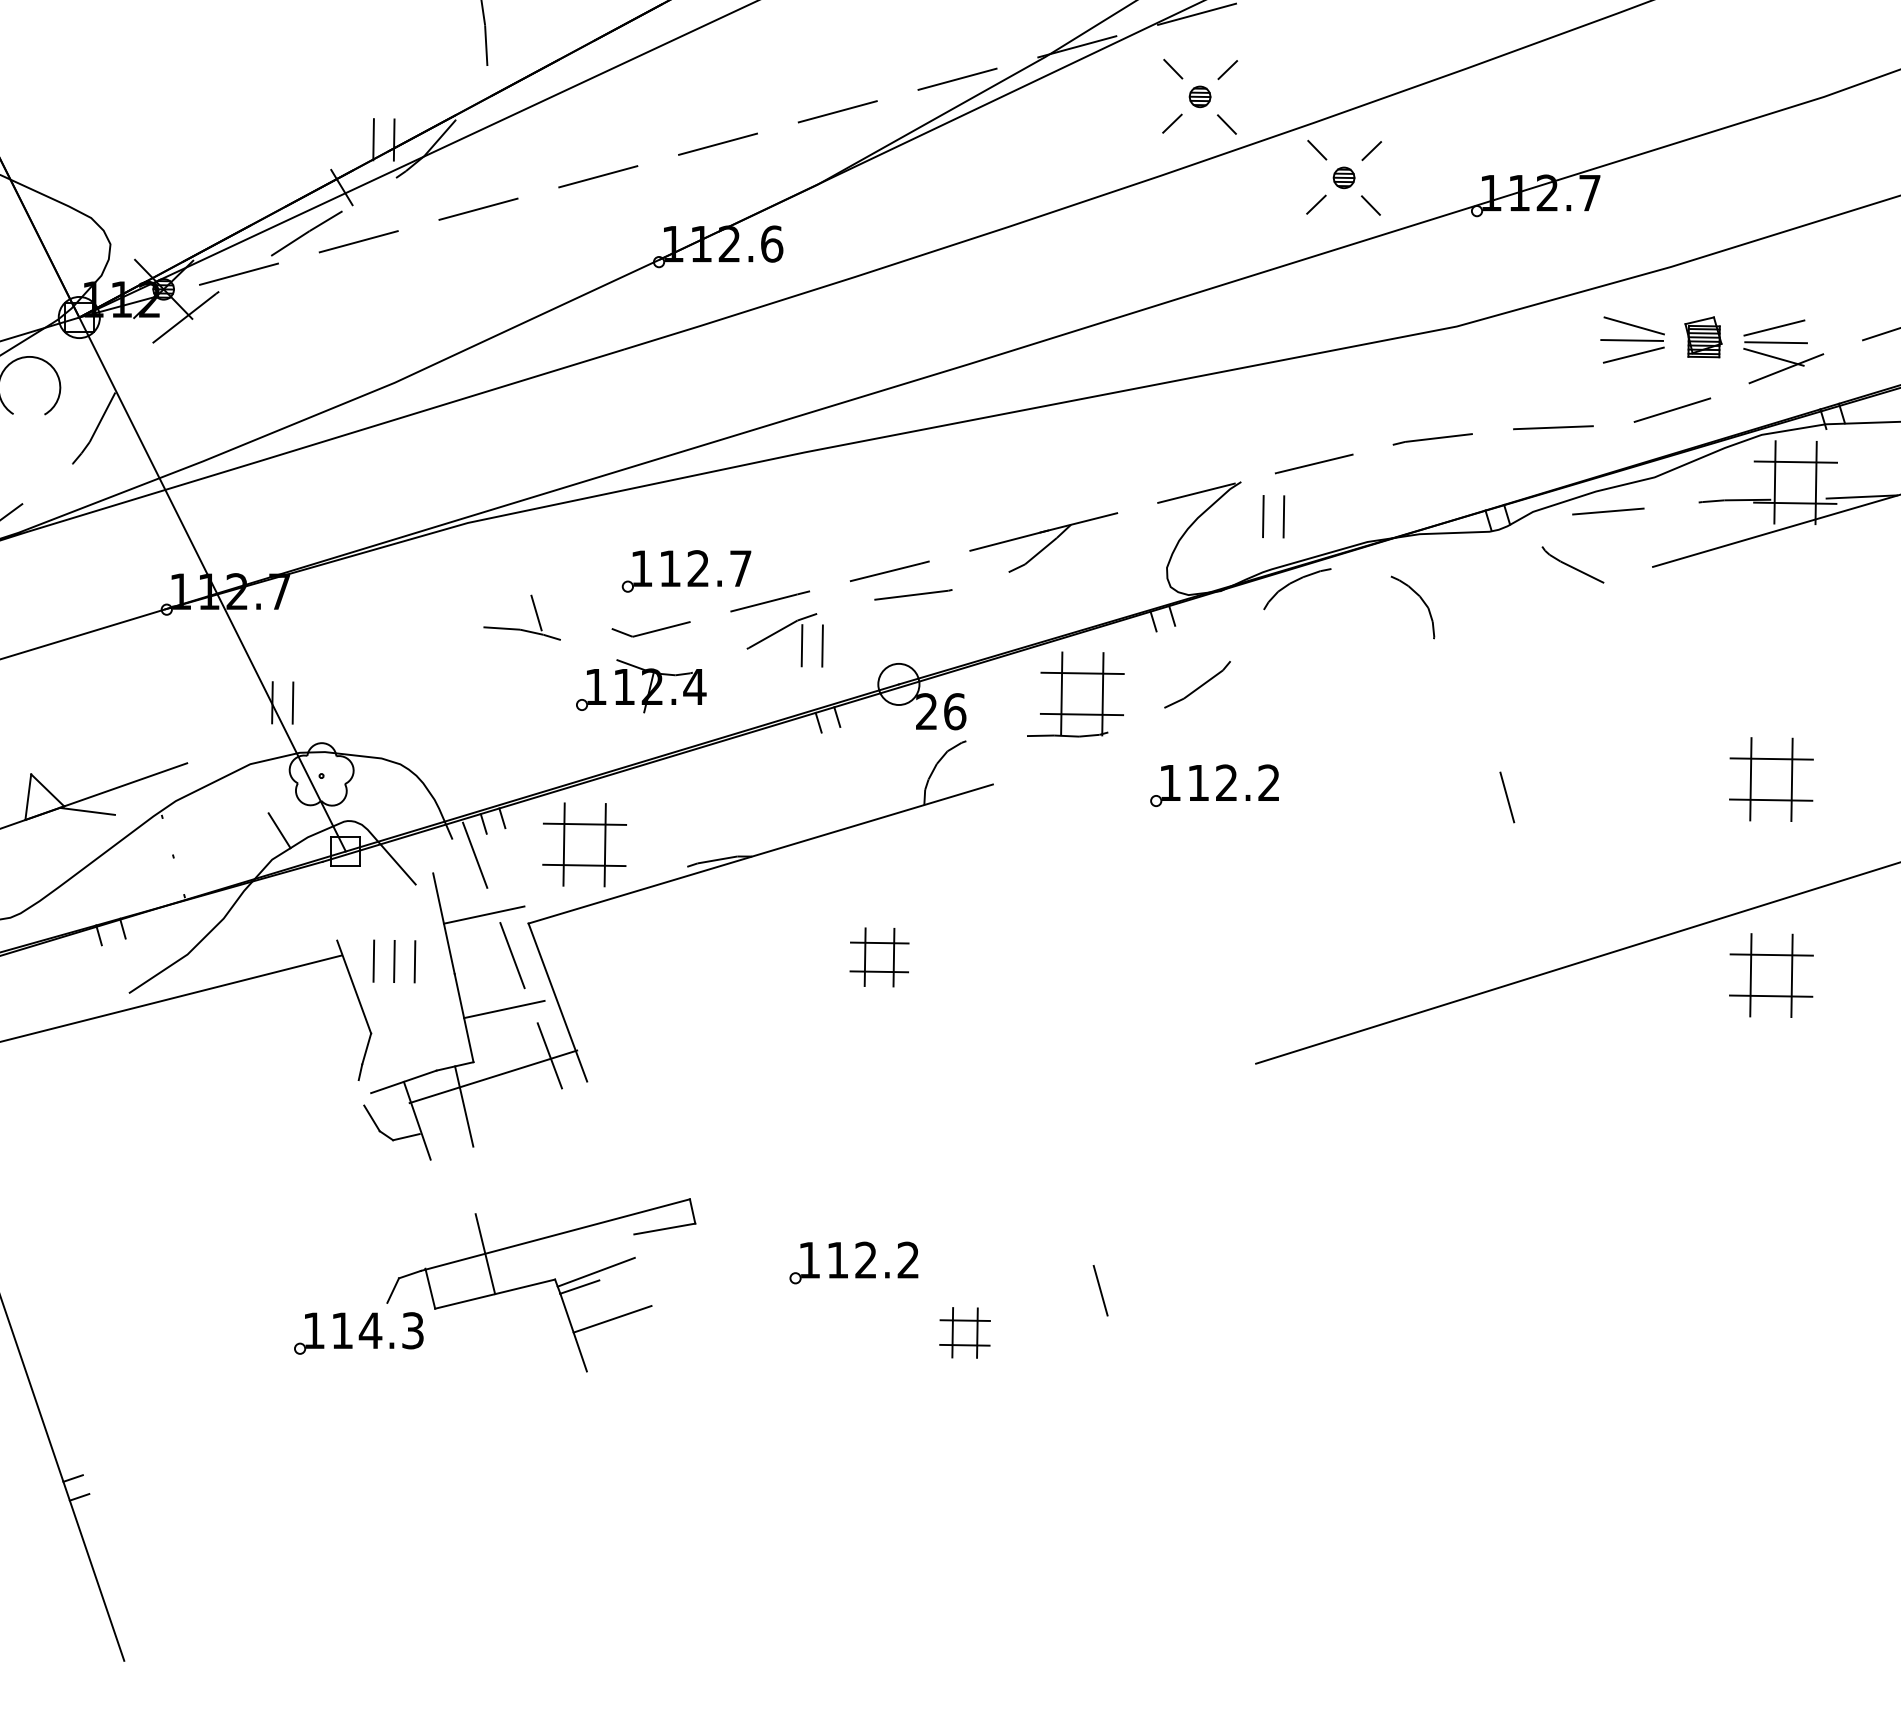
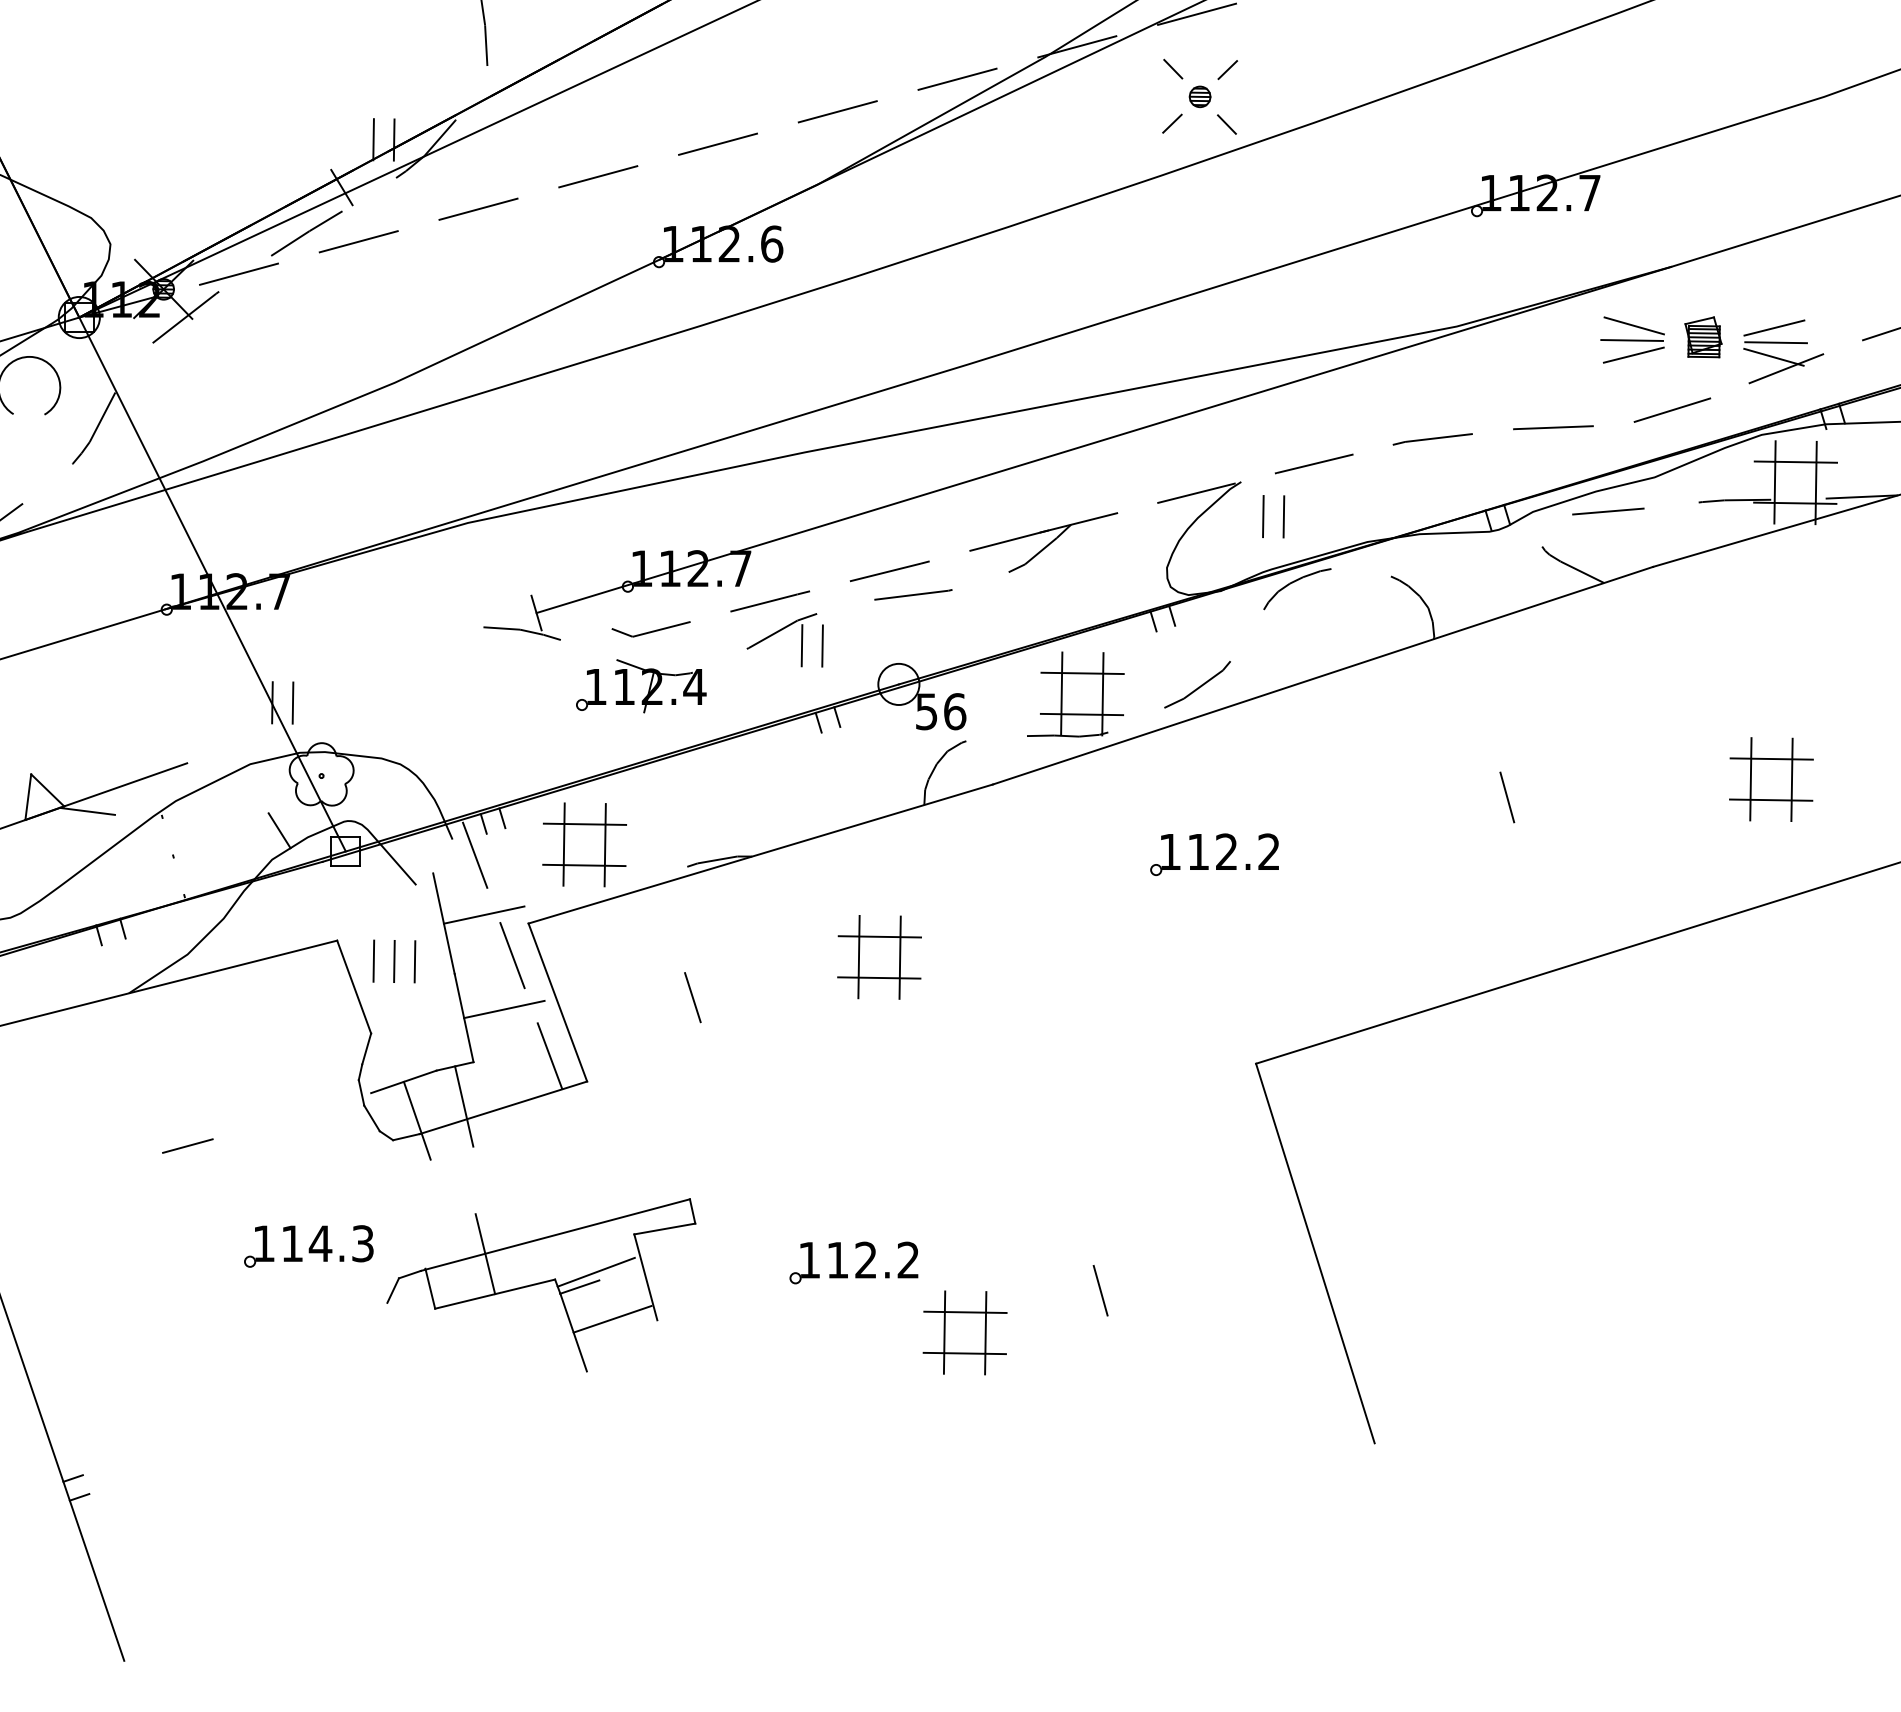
part at (1343, 177): present -> none
line at (1103, 439): none -> present
line at (1322, 675): none -> present
text at (926, 711): 26 -> 56
part at (1220, 791) position: (1220, 791) -> (1220, 860)
part at (879, 957) size: 61x61 px -> 85x85 px
part at (1771, 975): present -> none
line at (692, 997): none -> present
line at (171, 998) position: (171, 998) -> (169, 982)
line at (493, 1076) position: (493, 1076) -> (503, 1107)
line at (361, 1092): none -> present
line at (187, 1145): none -> present
line at (1315, 1253): none -> present
line at (645, 1277): none -> present
part at (964, 1332) size: 52x52 px -> 86x86 px
part at (358, 1333) position: (358, 1333) -> (308, 1246)
